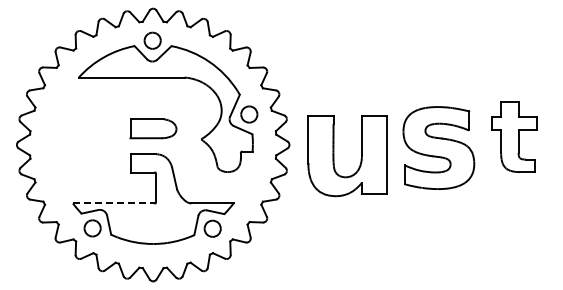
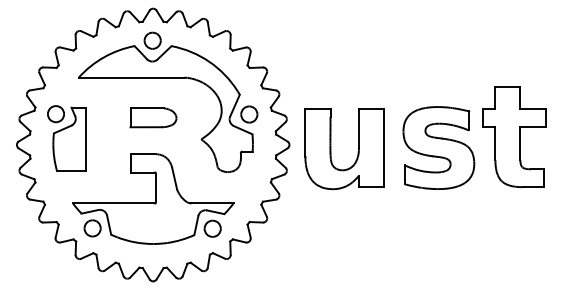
part at (153, 128) position: (153, 128) -> (153, 117)
part at (514, 136) size: 47x72 px -> 65x102 px
part at (66, 138): none -> present
part at (334, 156) position: (334, 156) -> (331, 149)
line at (113, 203): dashed -> solid
